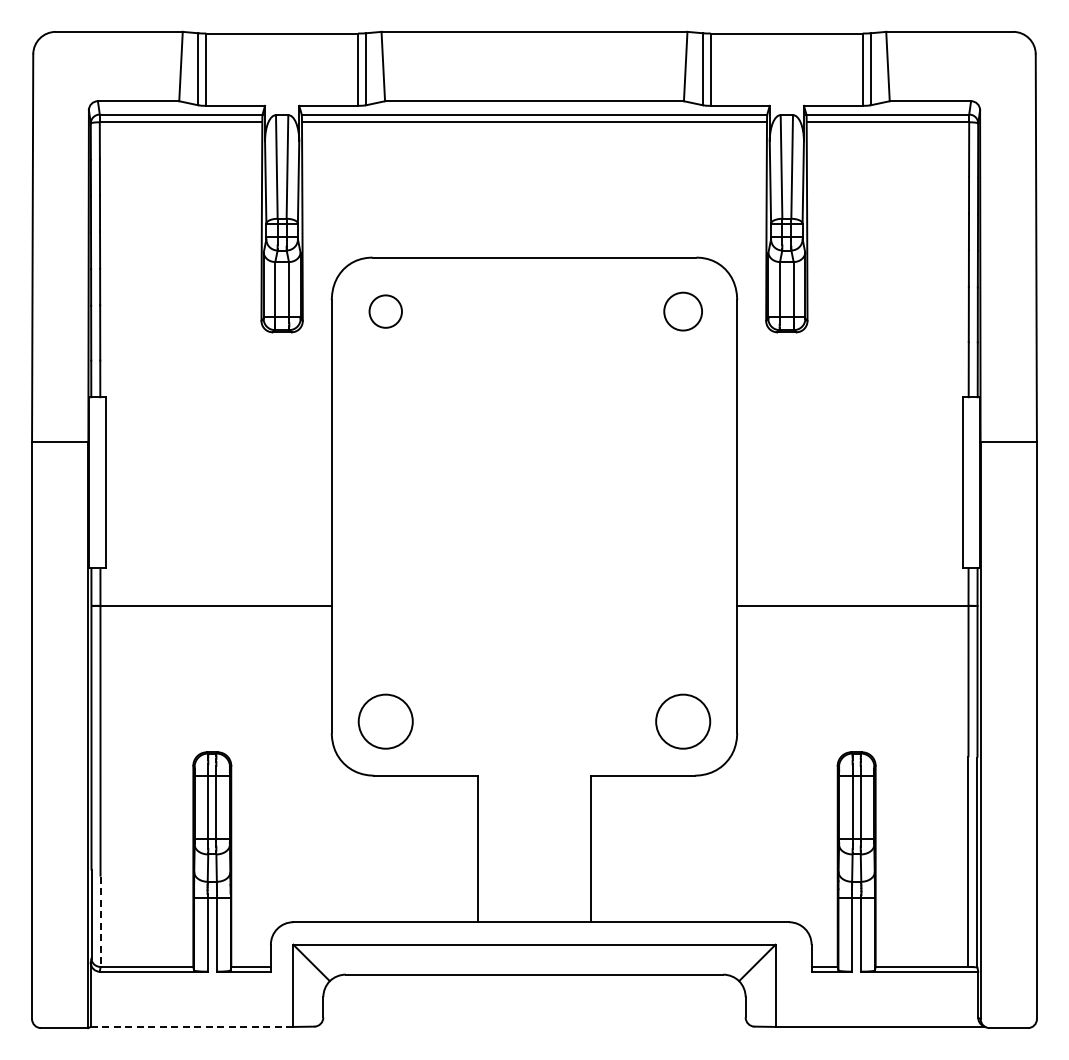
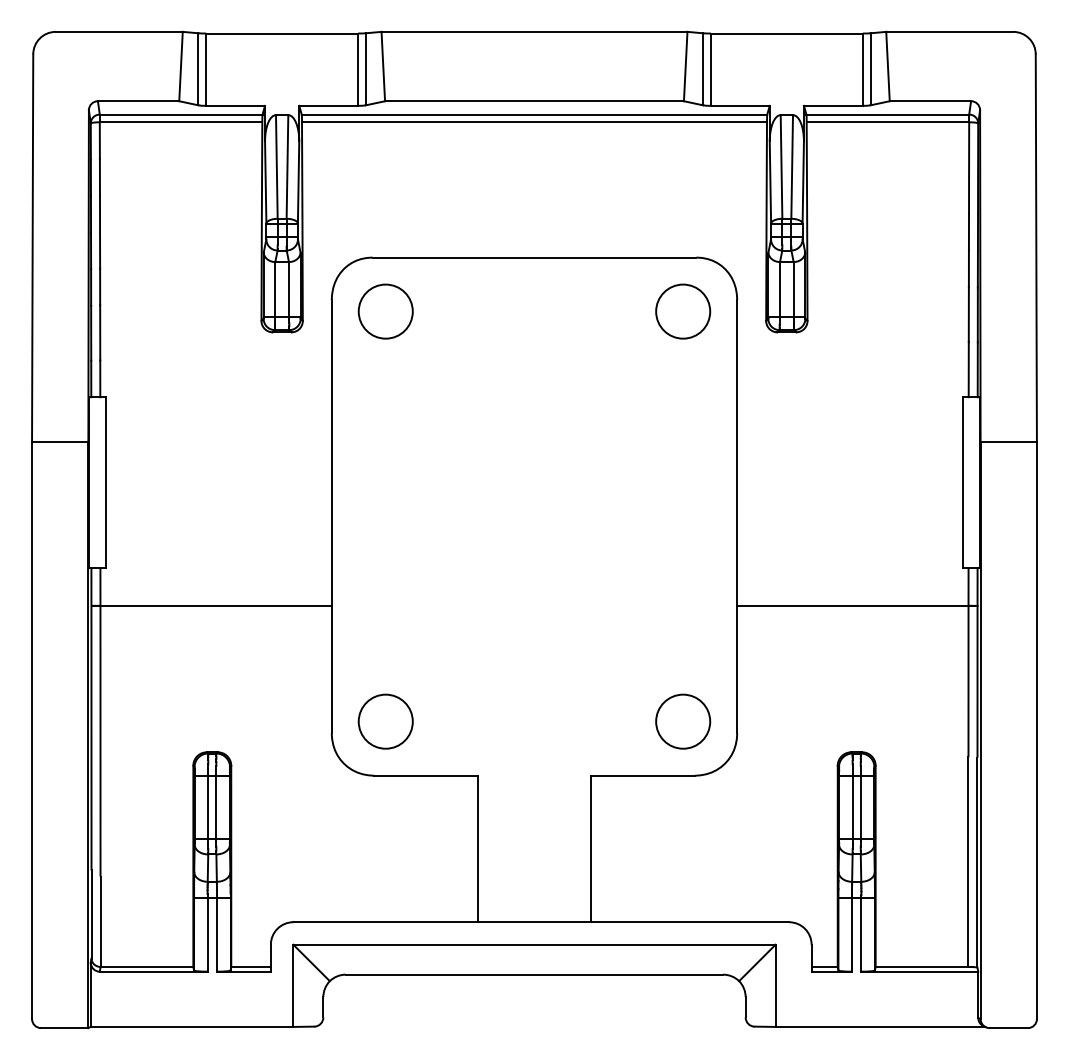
circle at (385, 311) diameter: 32 px -> 54 px
circle at (683, 311) diameter: 38 px -> 54 px
line at (100, 922): dashed -> solid
line at (191, 1026): dashed -> solid
